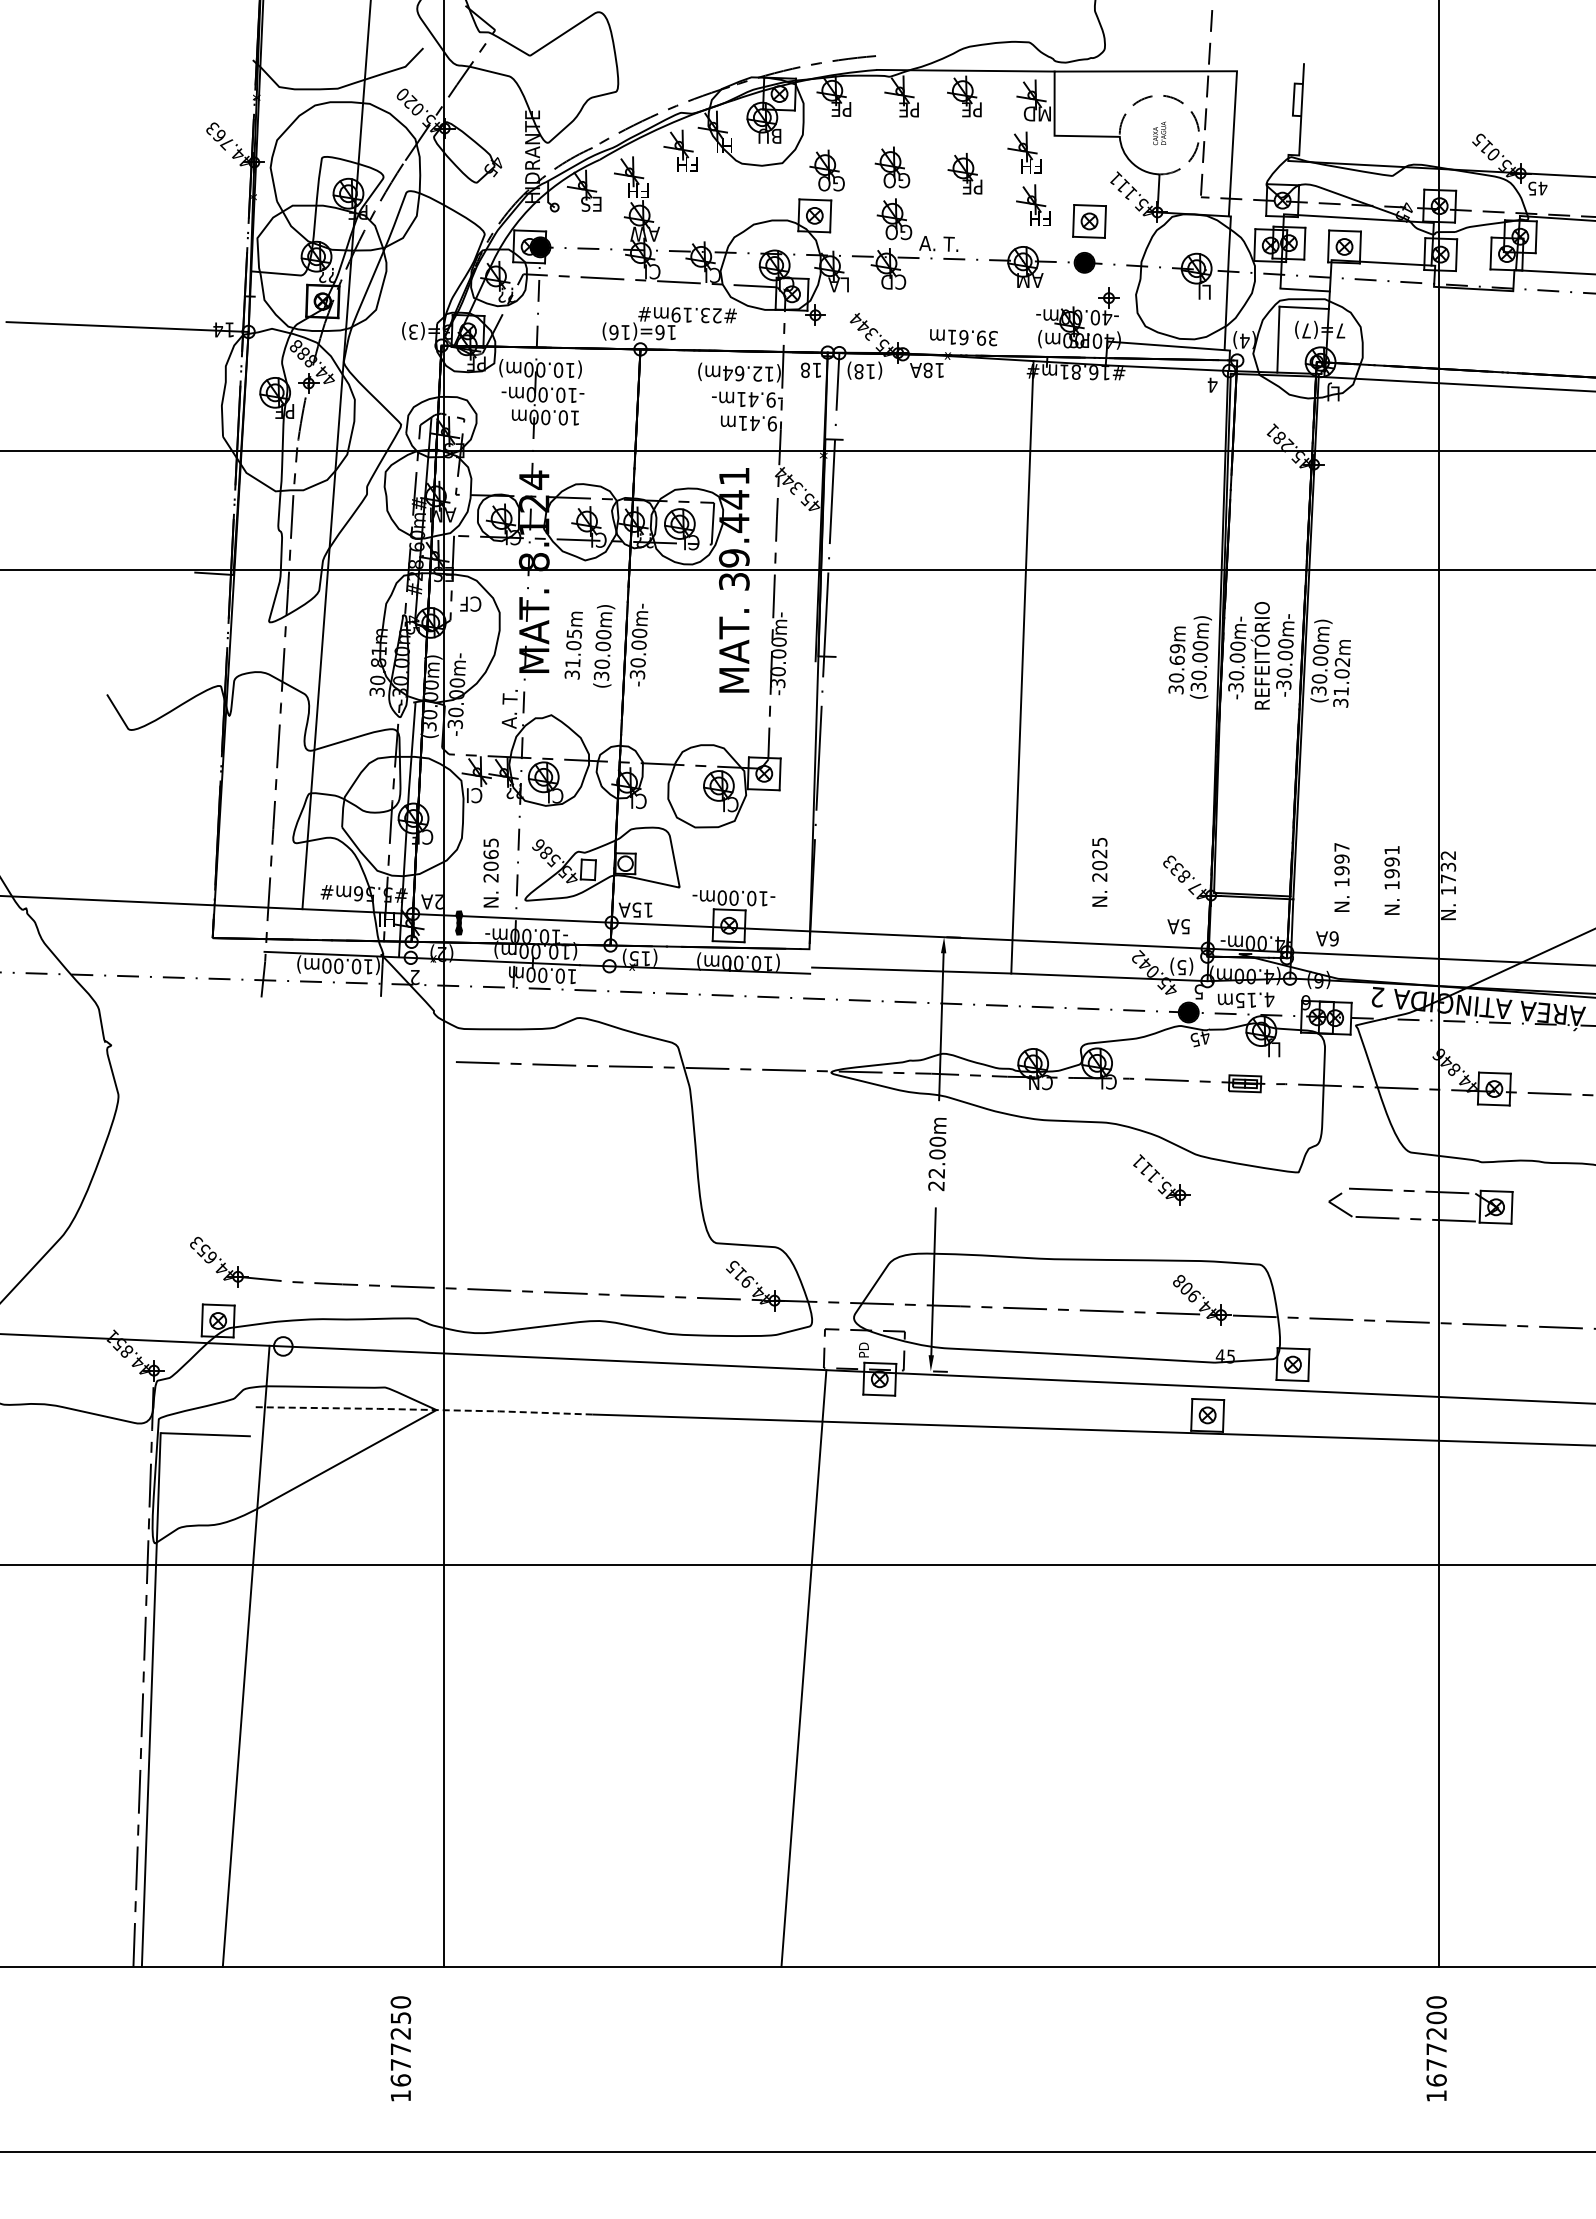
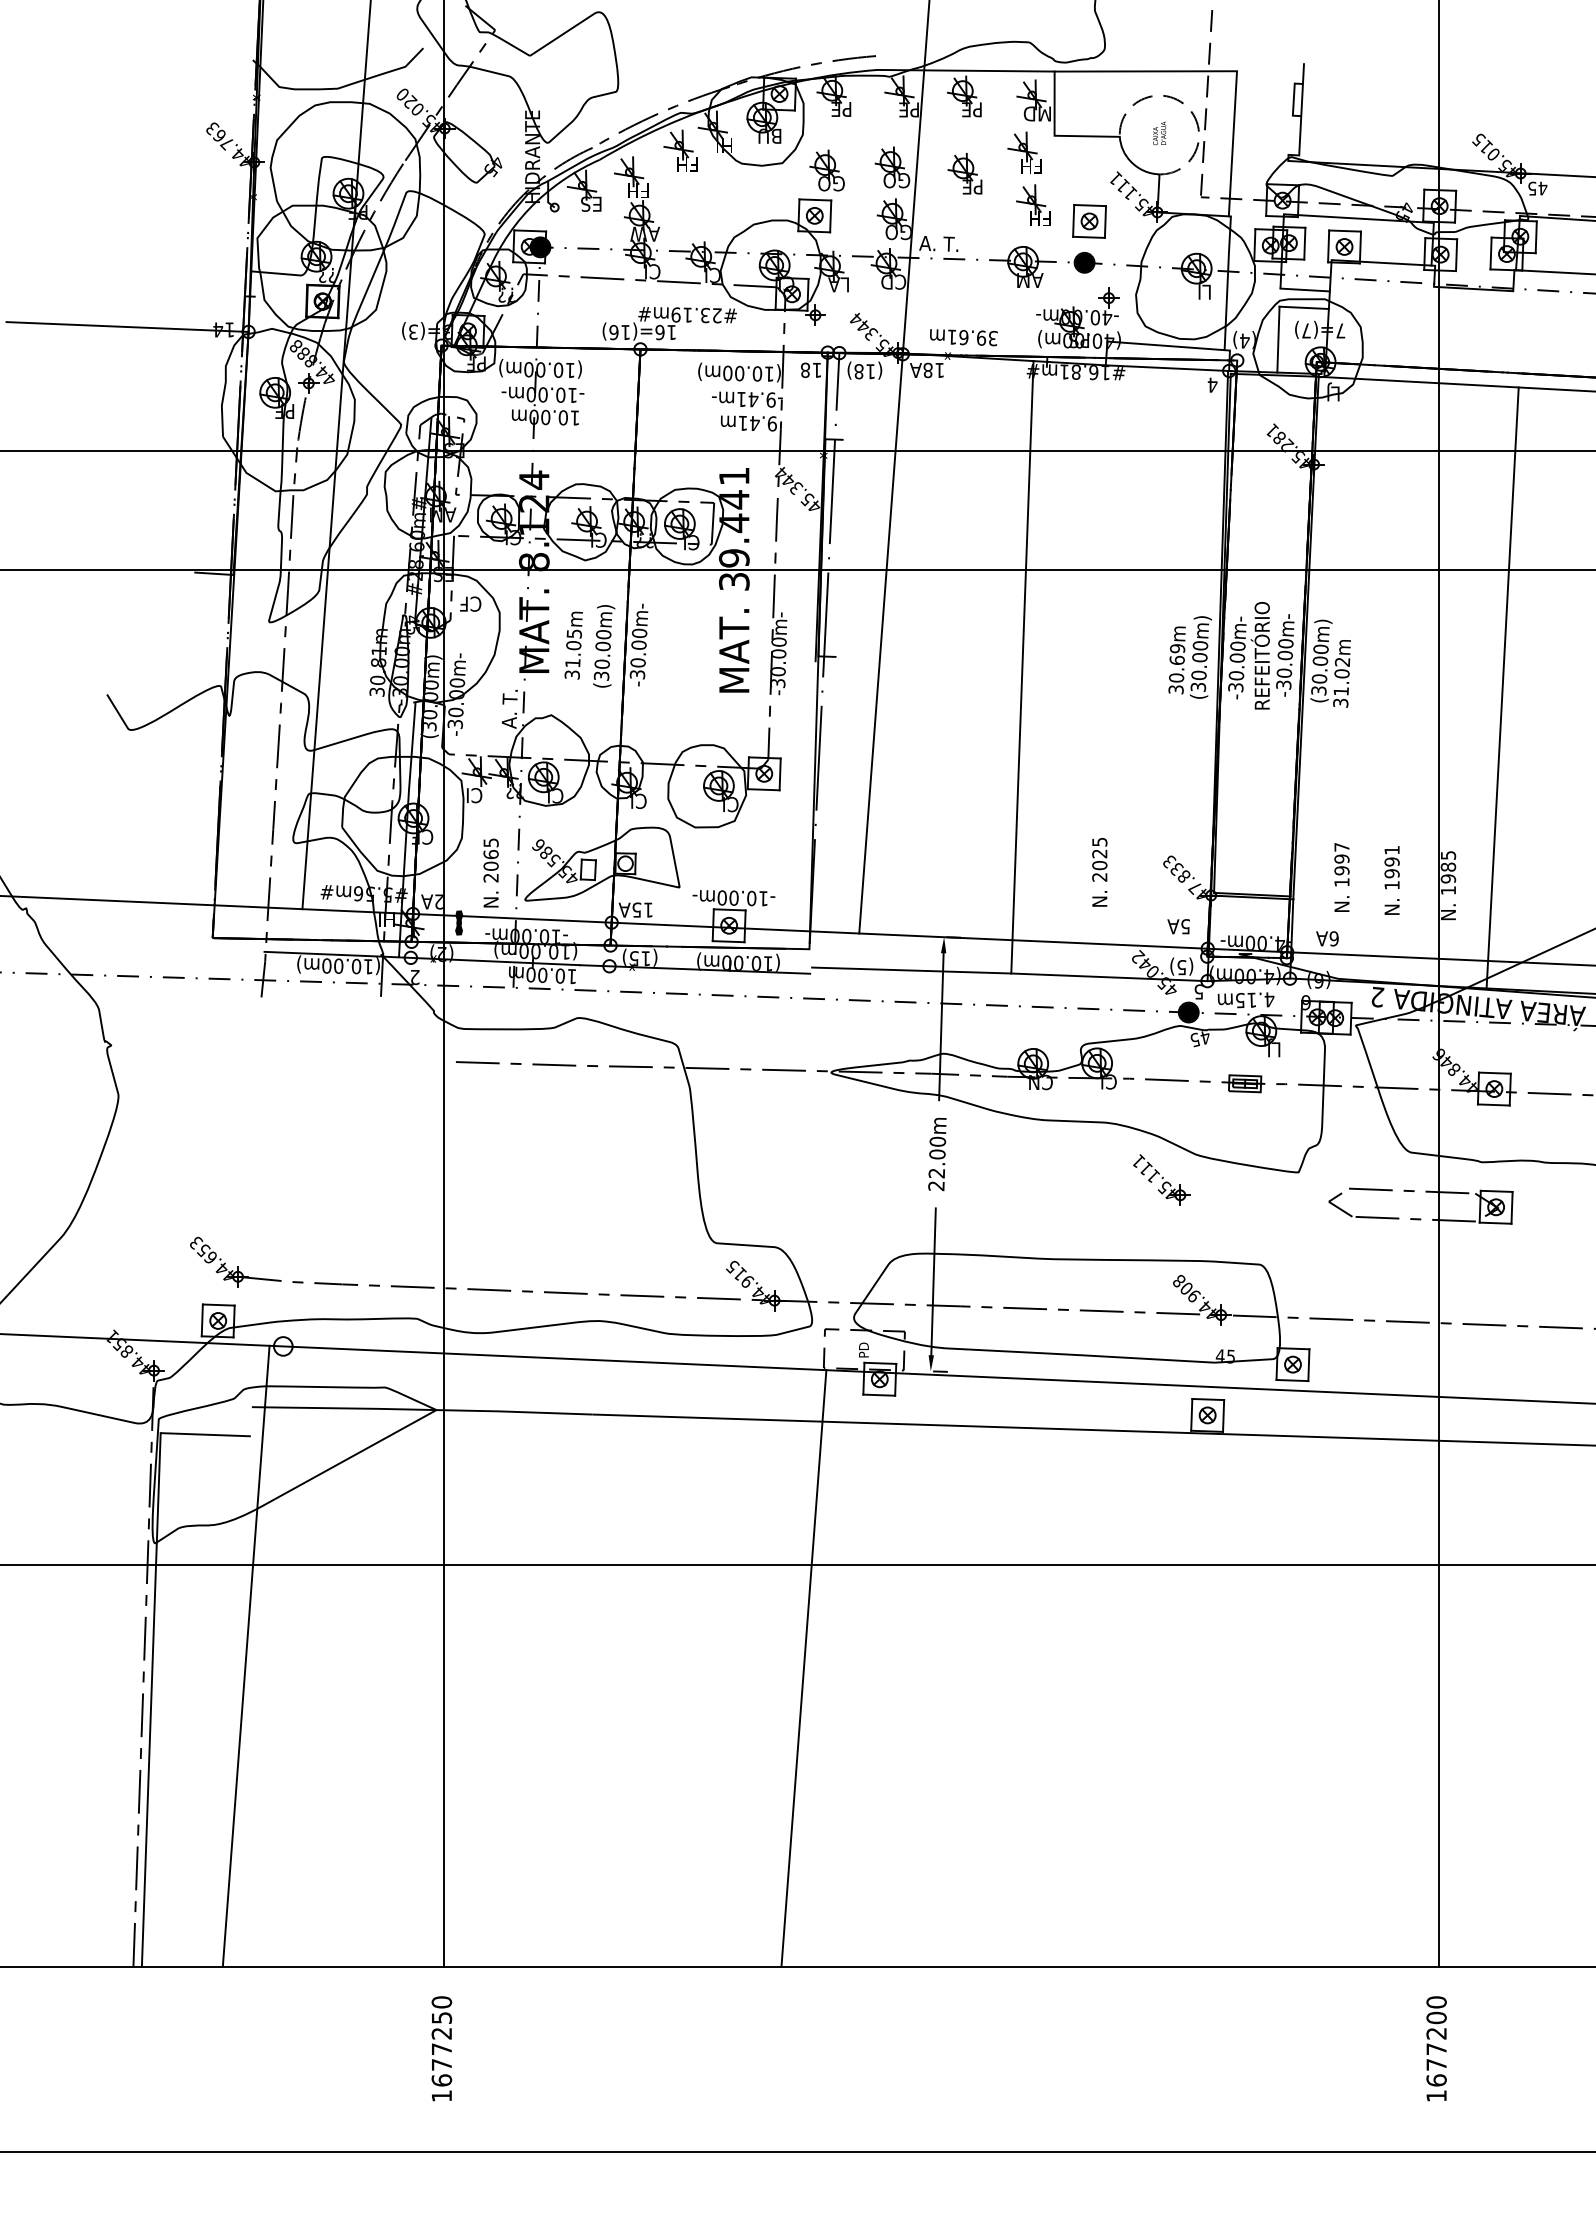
text at (742, 373): (12.64m) -> (10.00m)
line at (894, 467): none -> present
line at (1502, 687): none -> present
text at (1448, 867): 1732 -> 1985
line at (421, 1409): dashed -> solid
text at (400, 2048) position: (400, 2048) -> (441, 2048)
